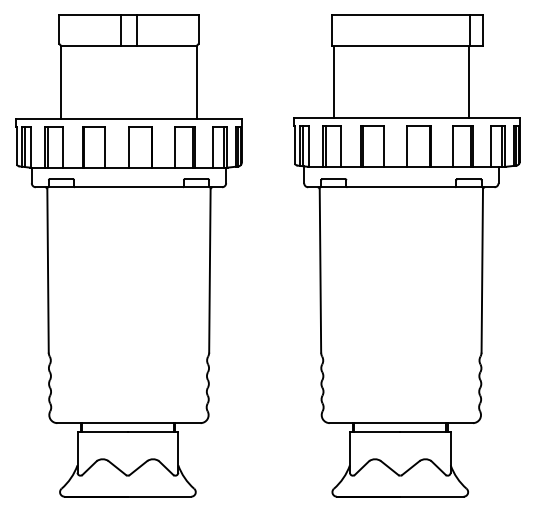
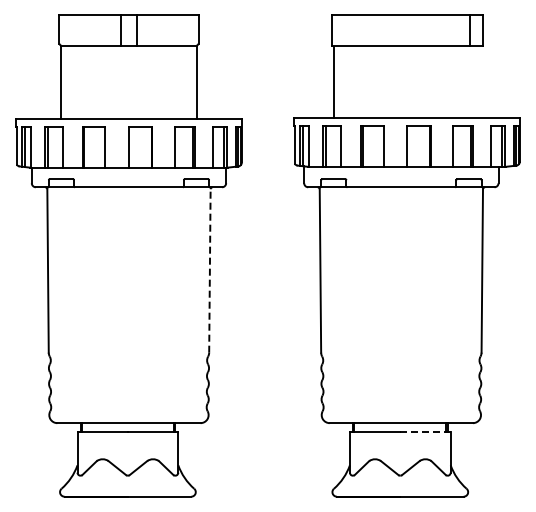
line at (468, 82): present -> none
line at (209, 270): solid -> dashed
line at (425, 432): solid -> dashed
